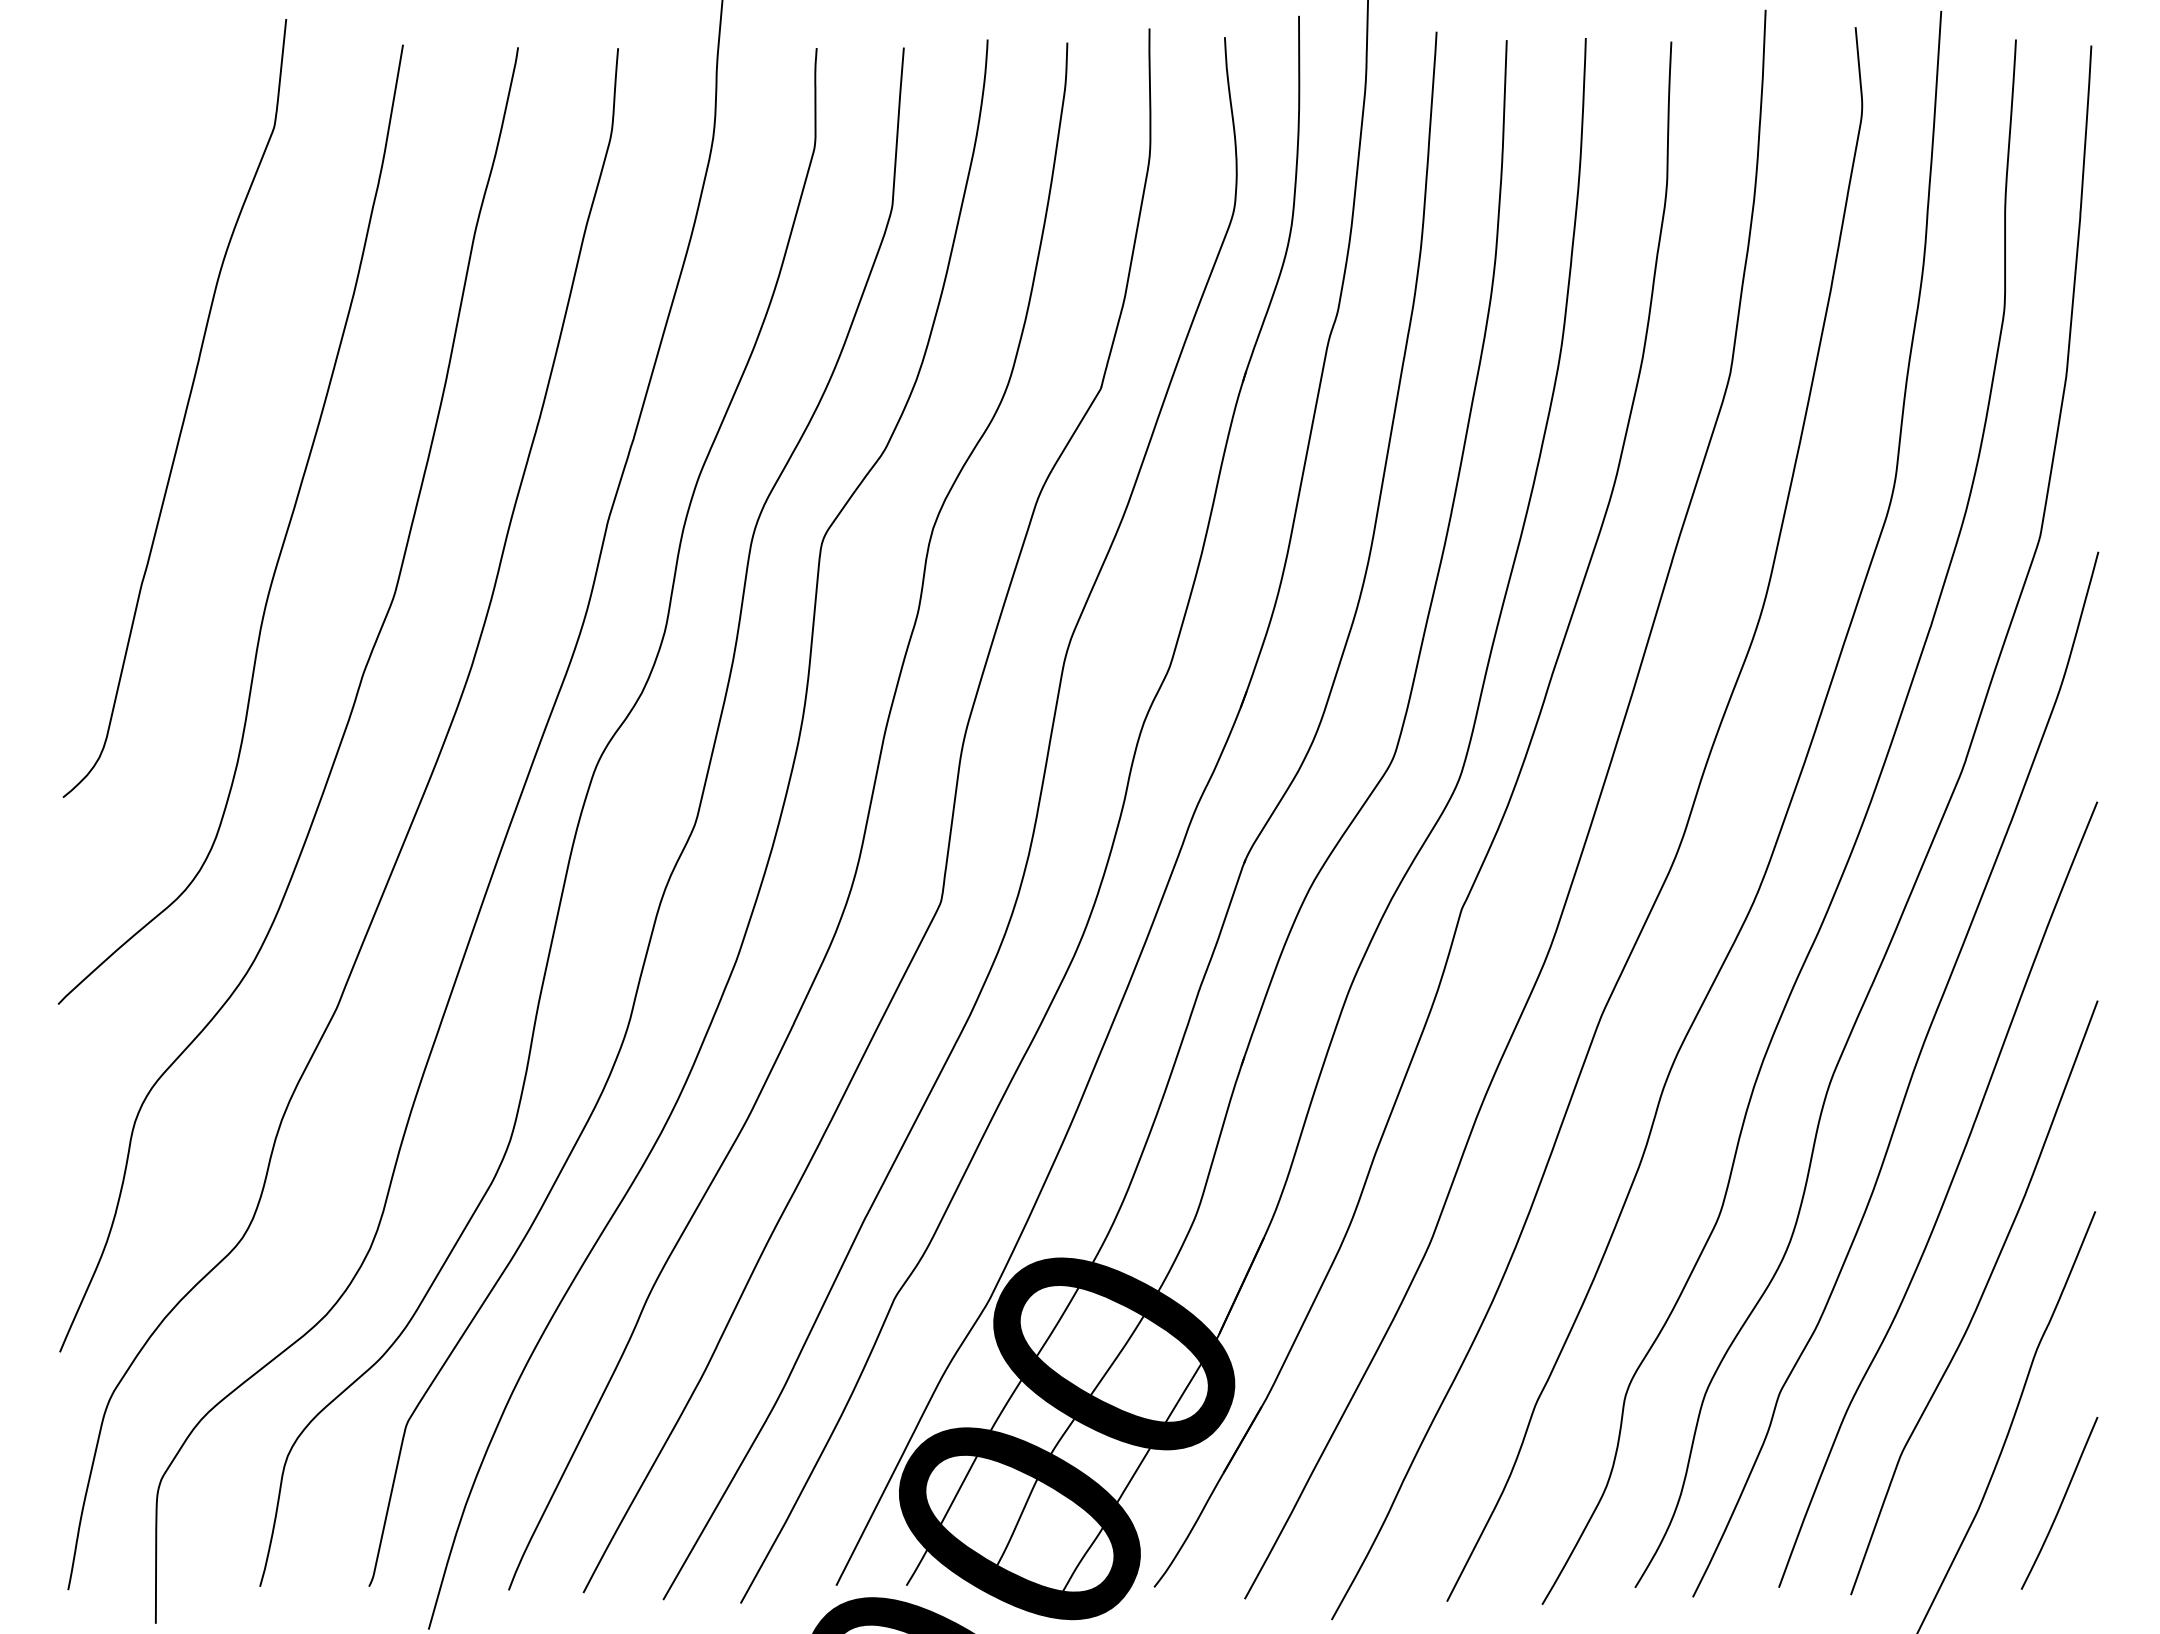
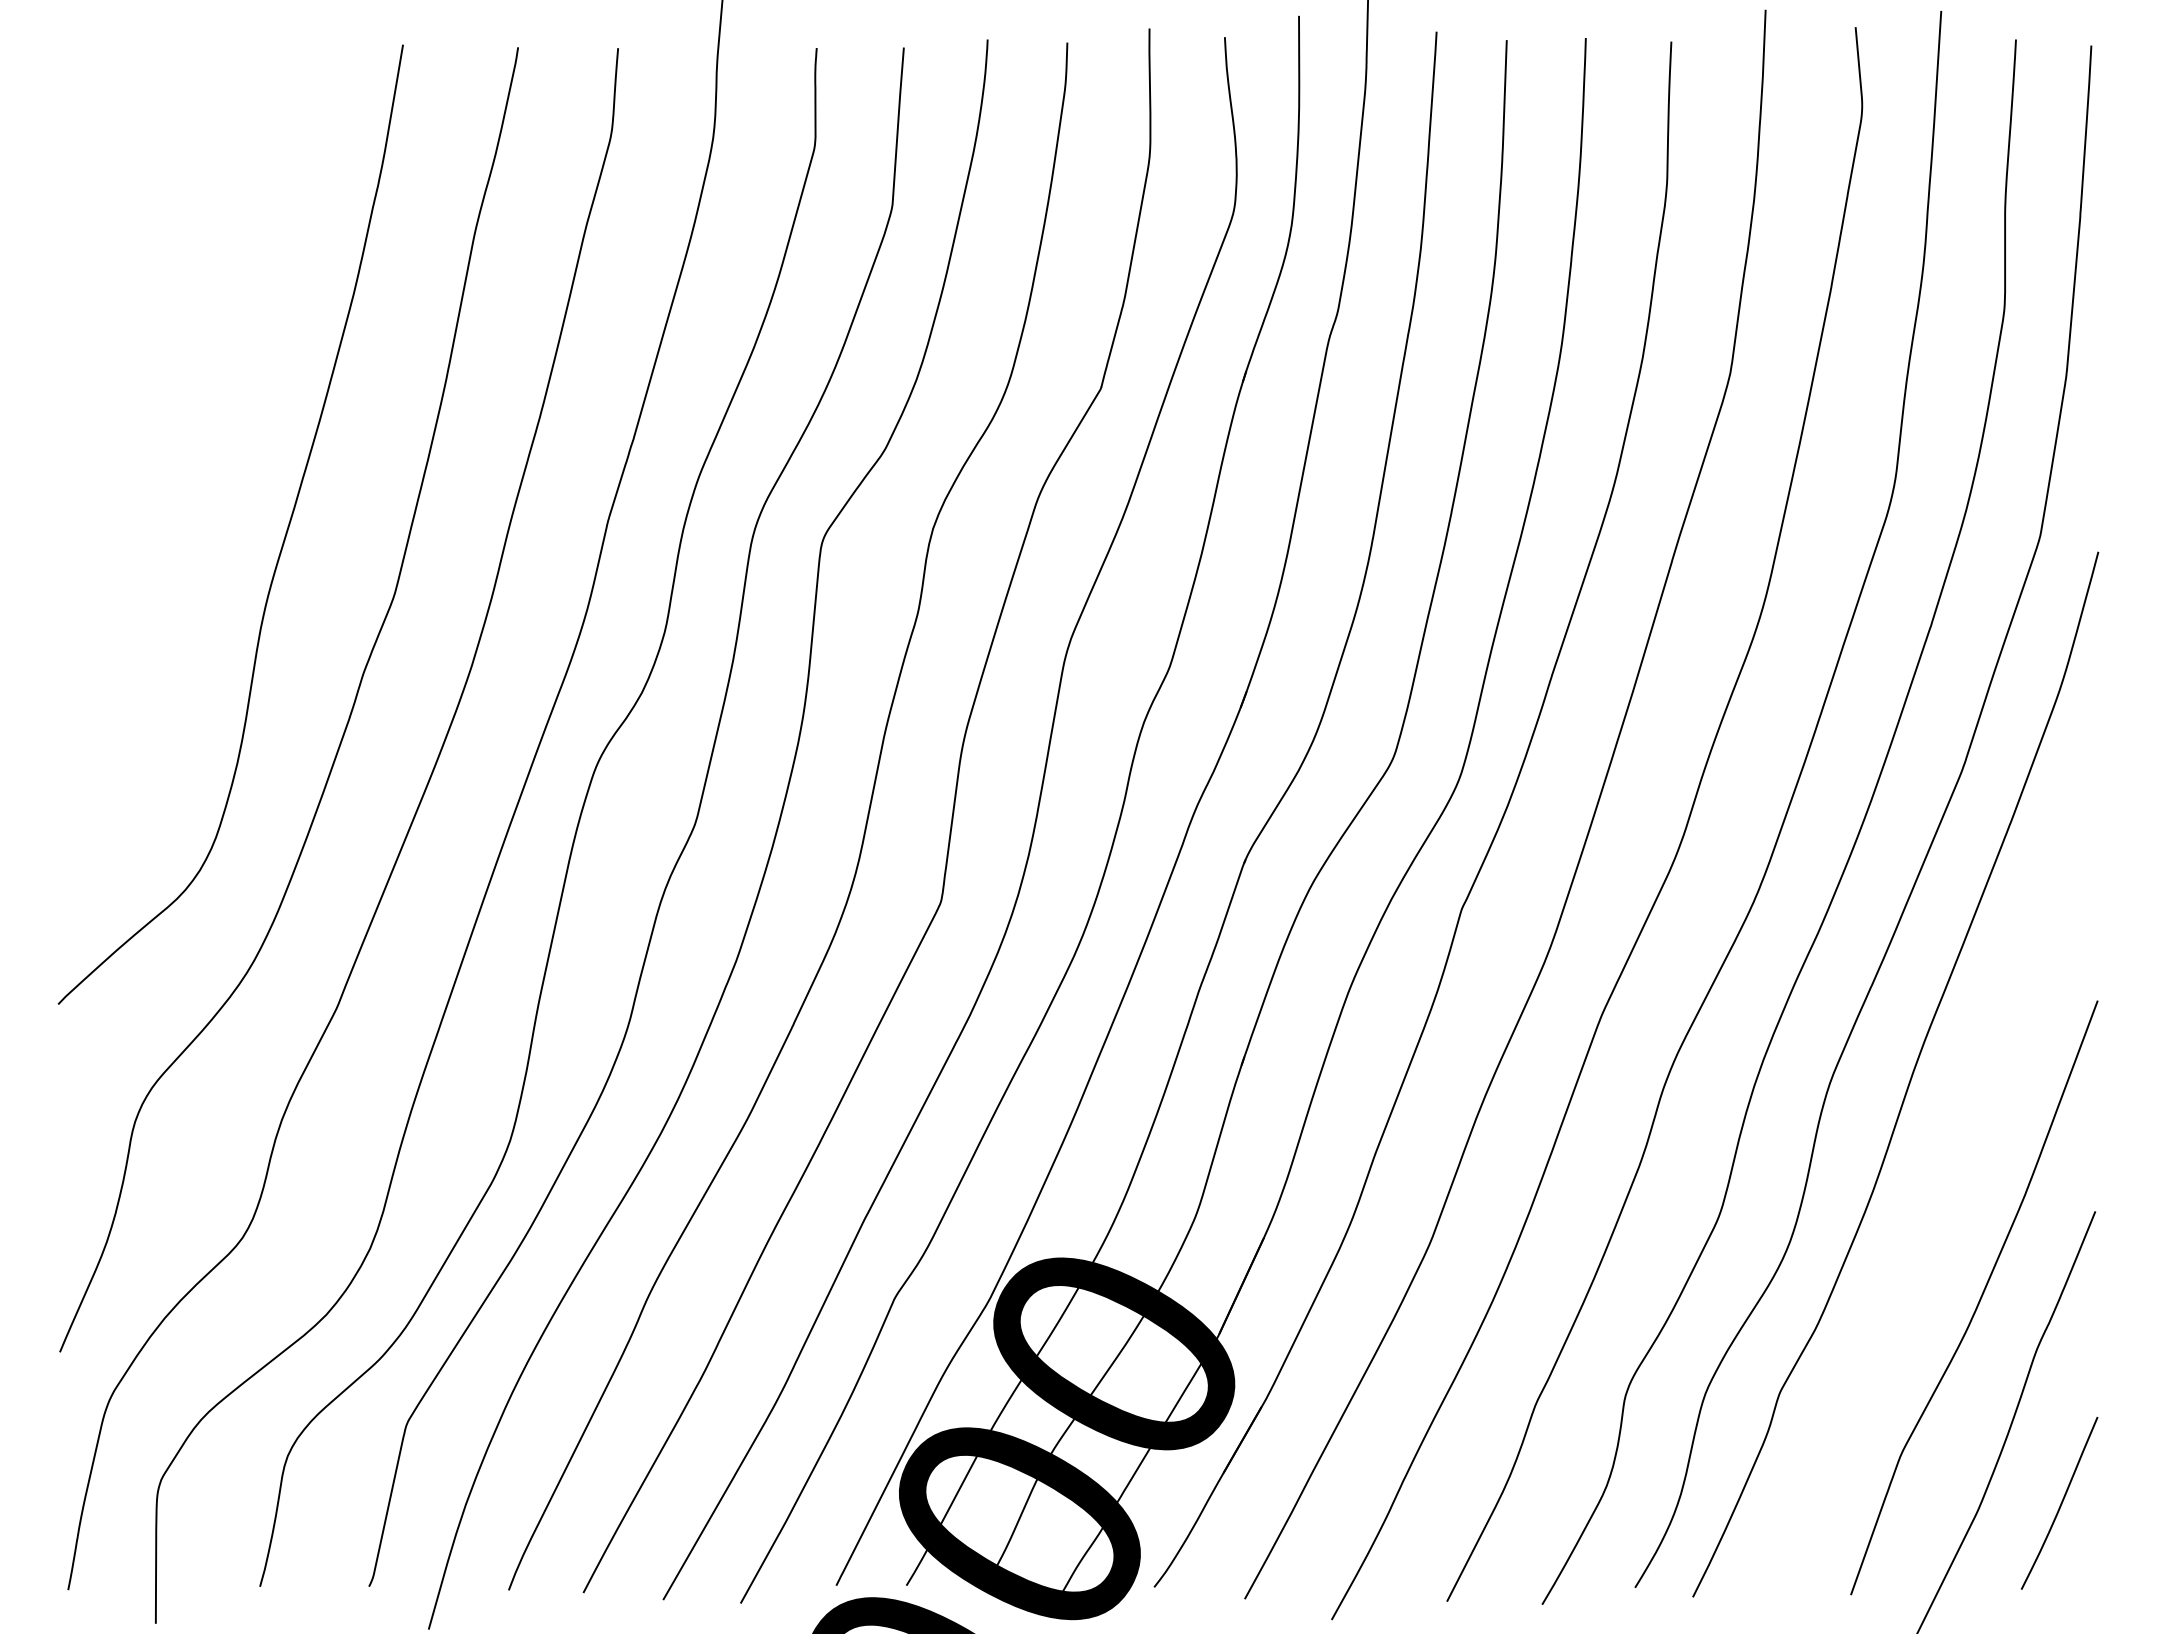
curve at (184, 412): present -> none
curve at (1944, 1197): present -> none
